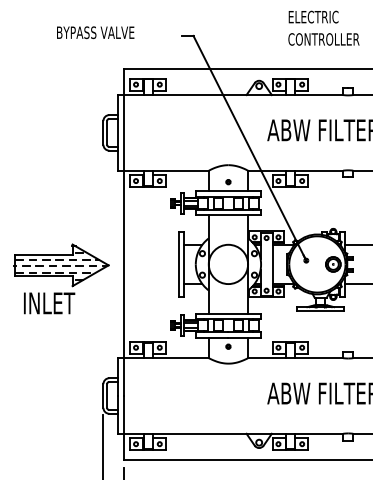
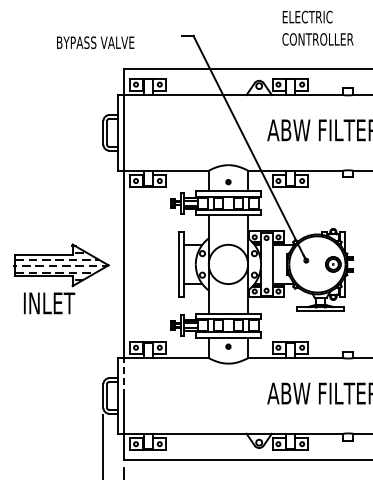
text at (323, 27) position: (323, 27) -> (317, 27)
text at (95, 32) position: (95, 32) -> (95, 42)
line at (357, 244): present -> none
line at (357, 284): present -> none
line at (124, 377): solid -> dashed
